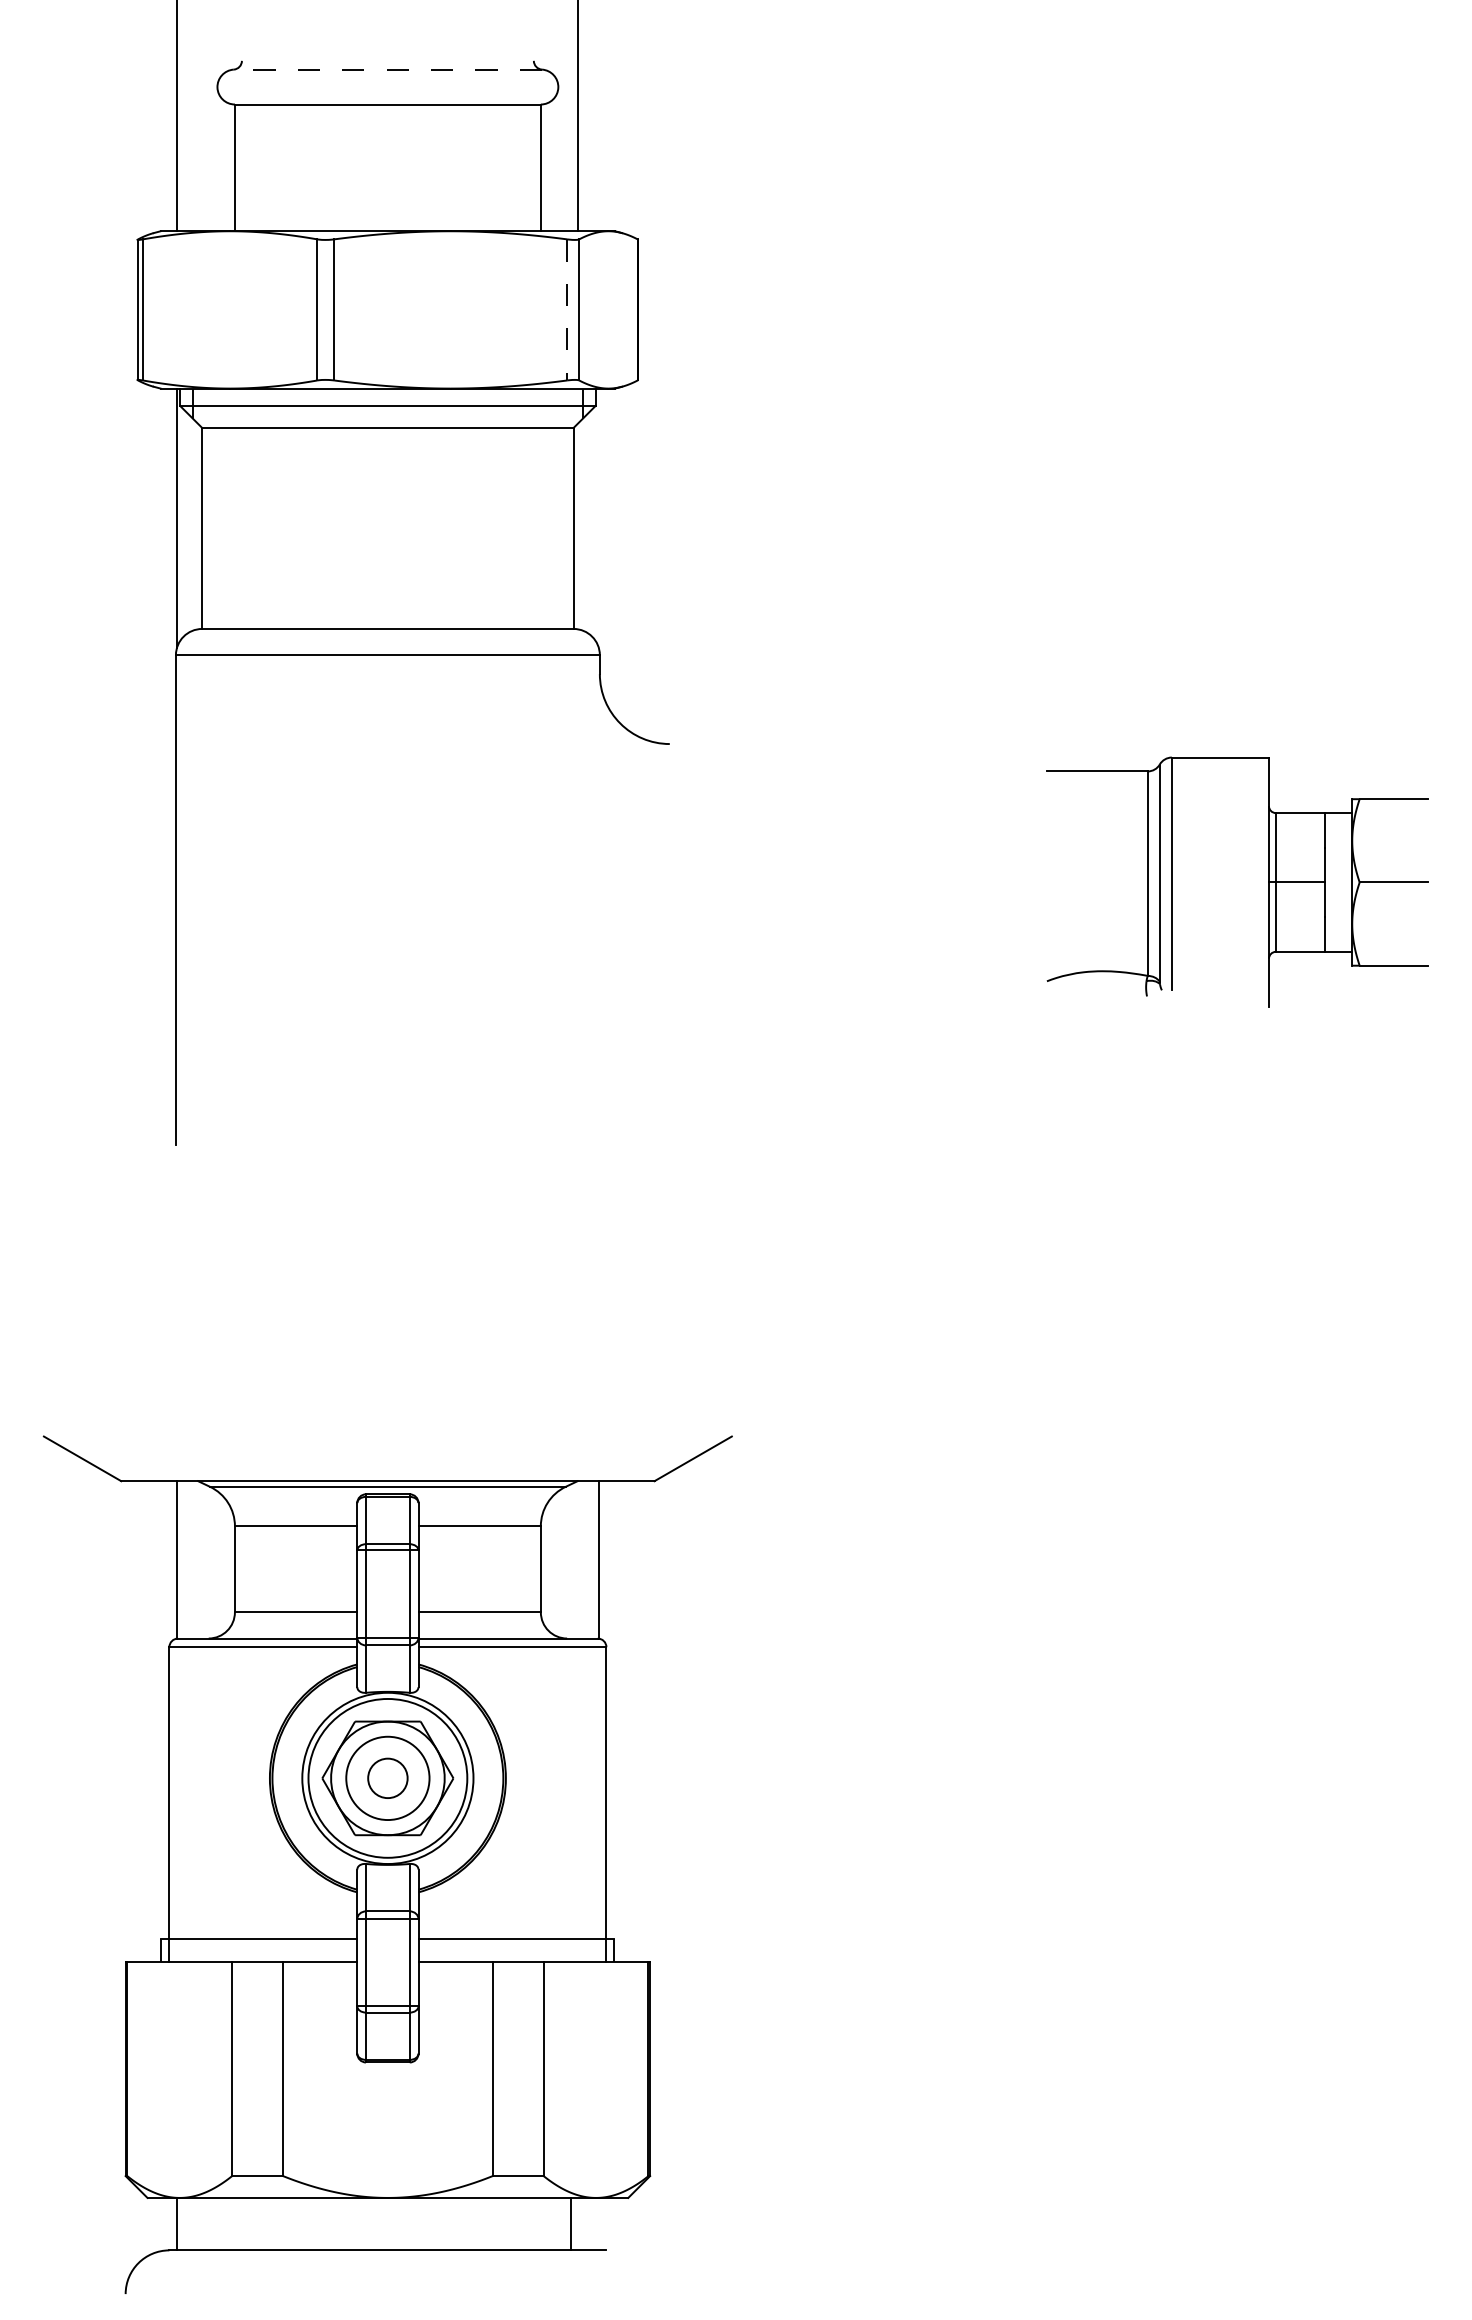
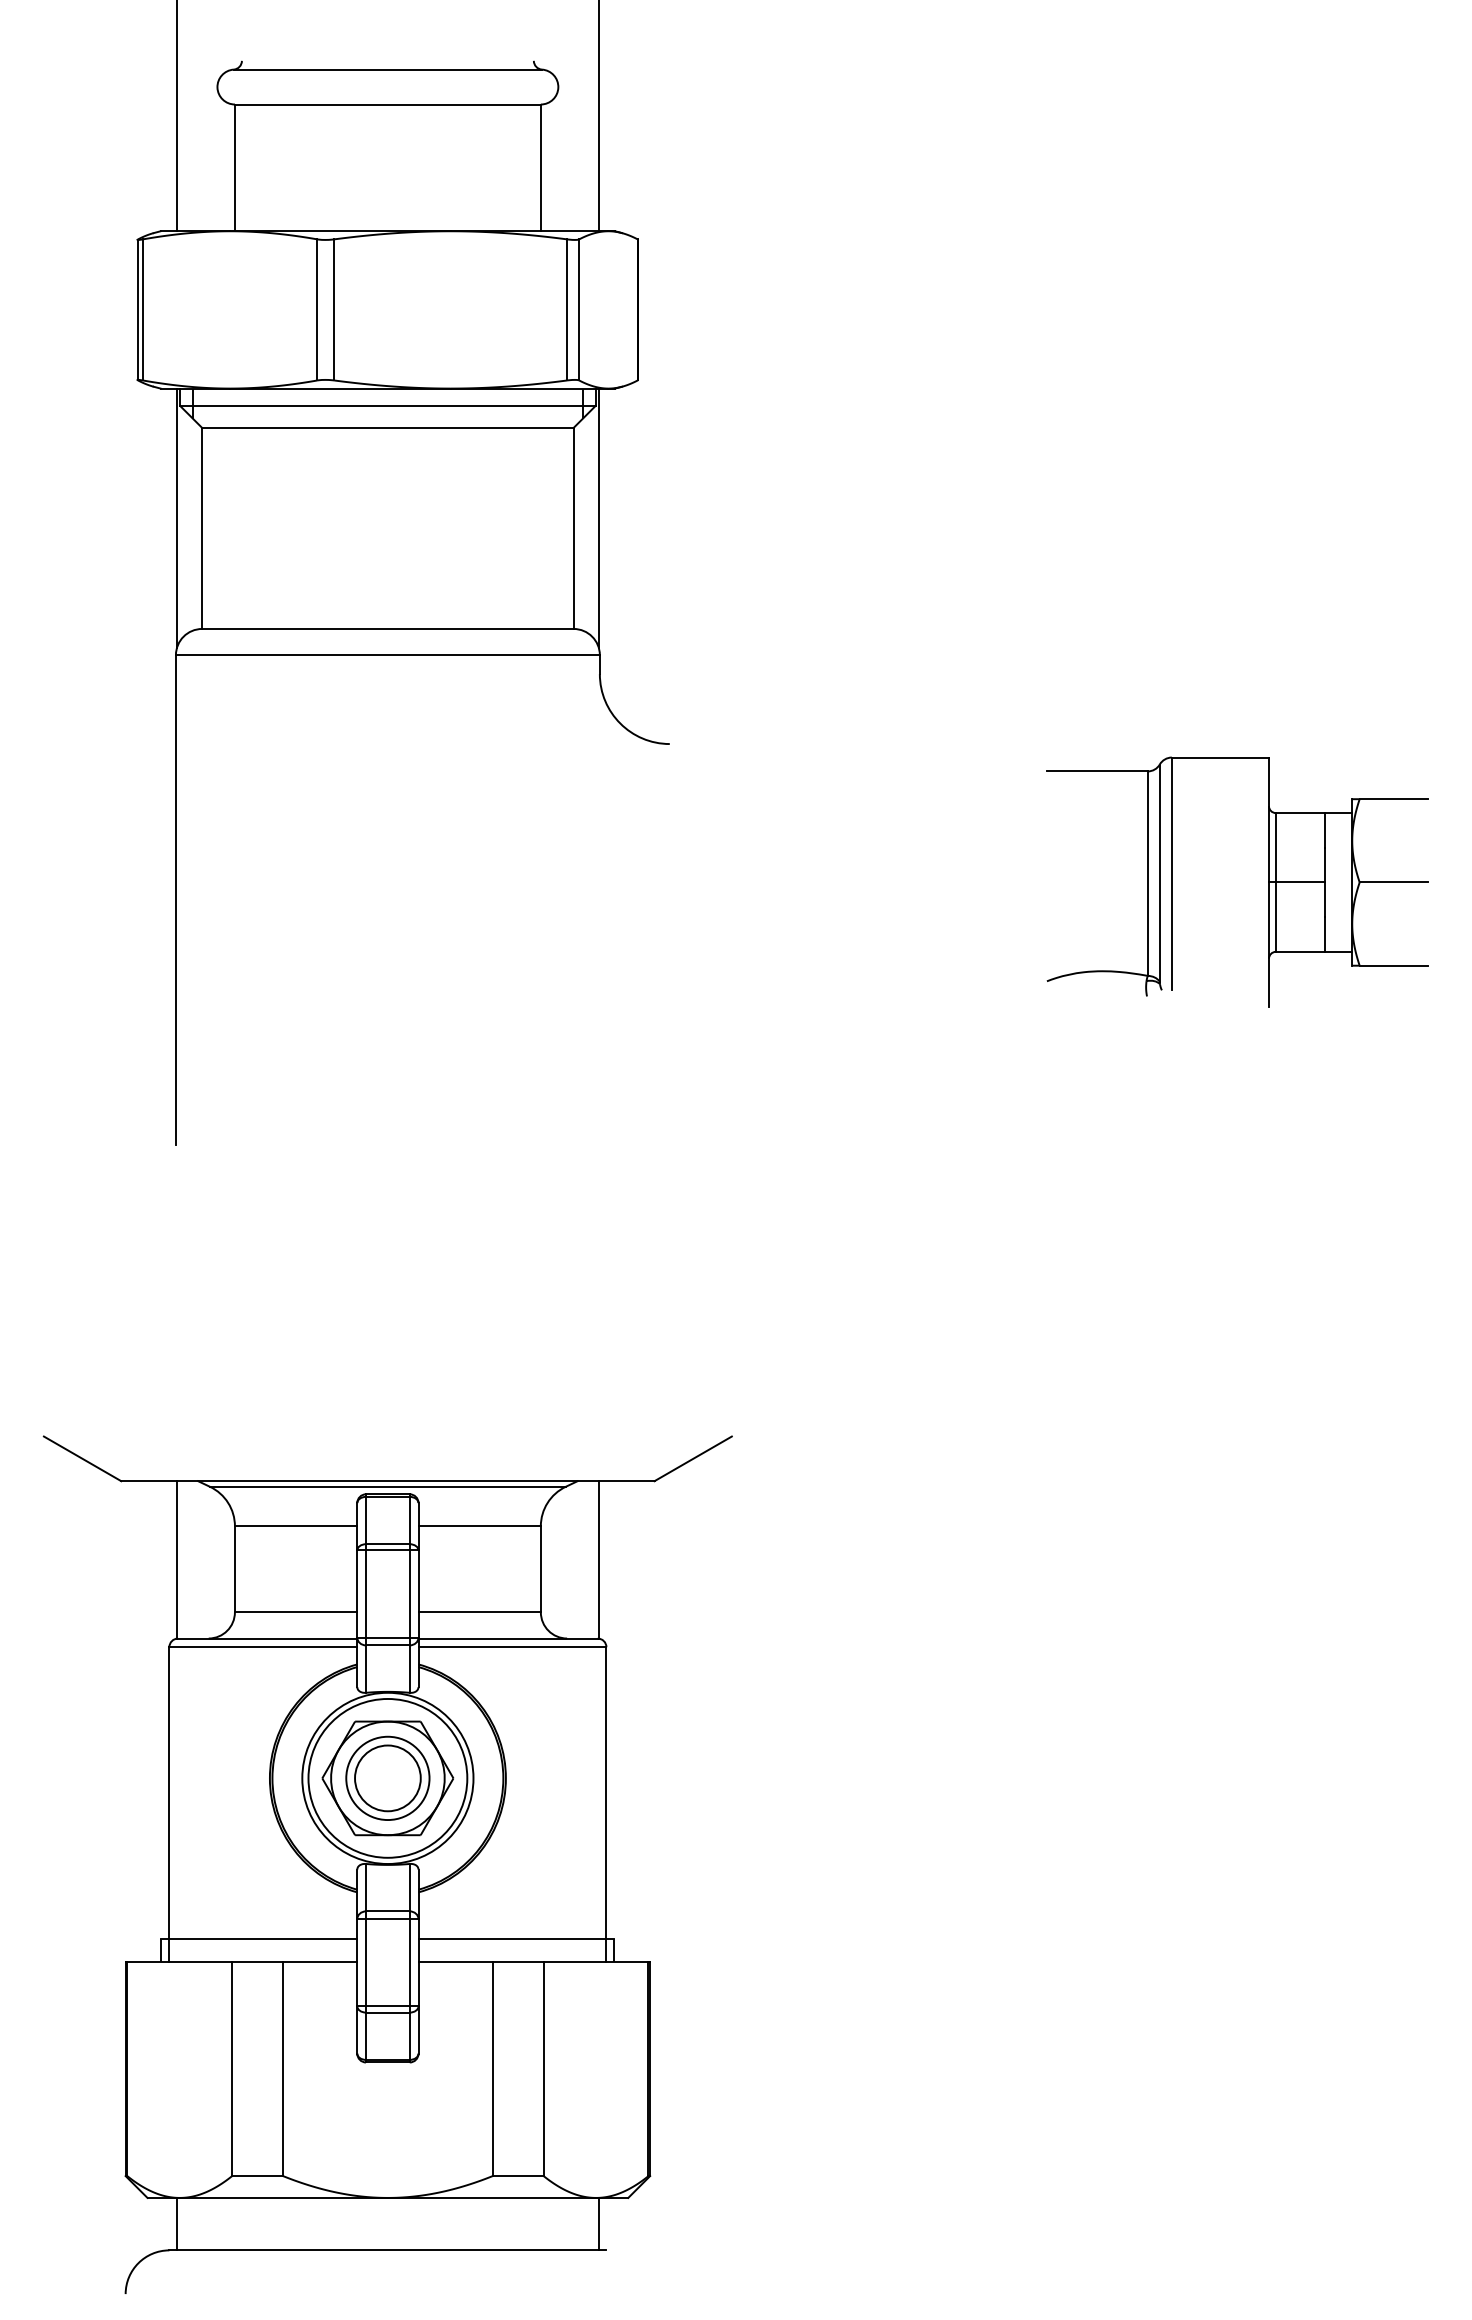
line at (387, 69): dashed -> solid
line at (578, 116) position: (578, 116) -> (599, 116)
line at (567, 309): dashed -> solid
line at (599, 518): none -> present
circle at (387, 1778) diameter: 39 px -> 66 px
line at (571, 2223) position: (571, 2223) -> (599, 2223)
